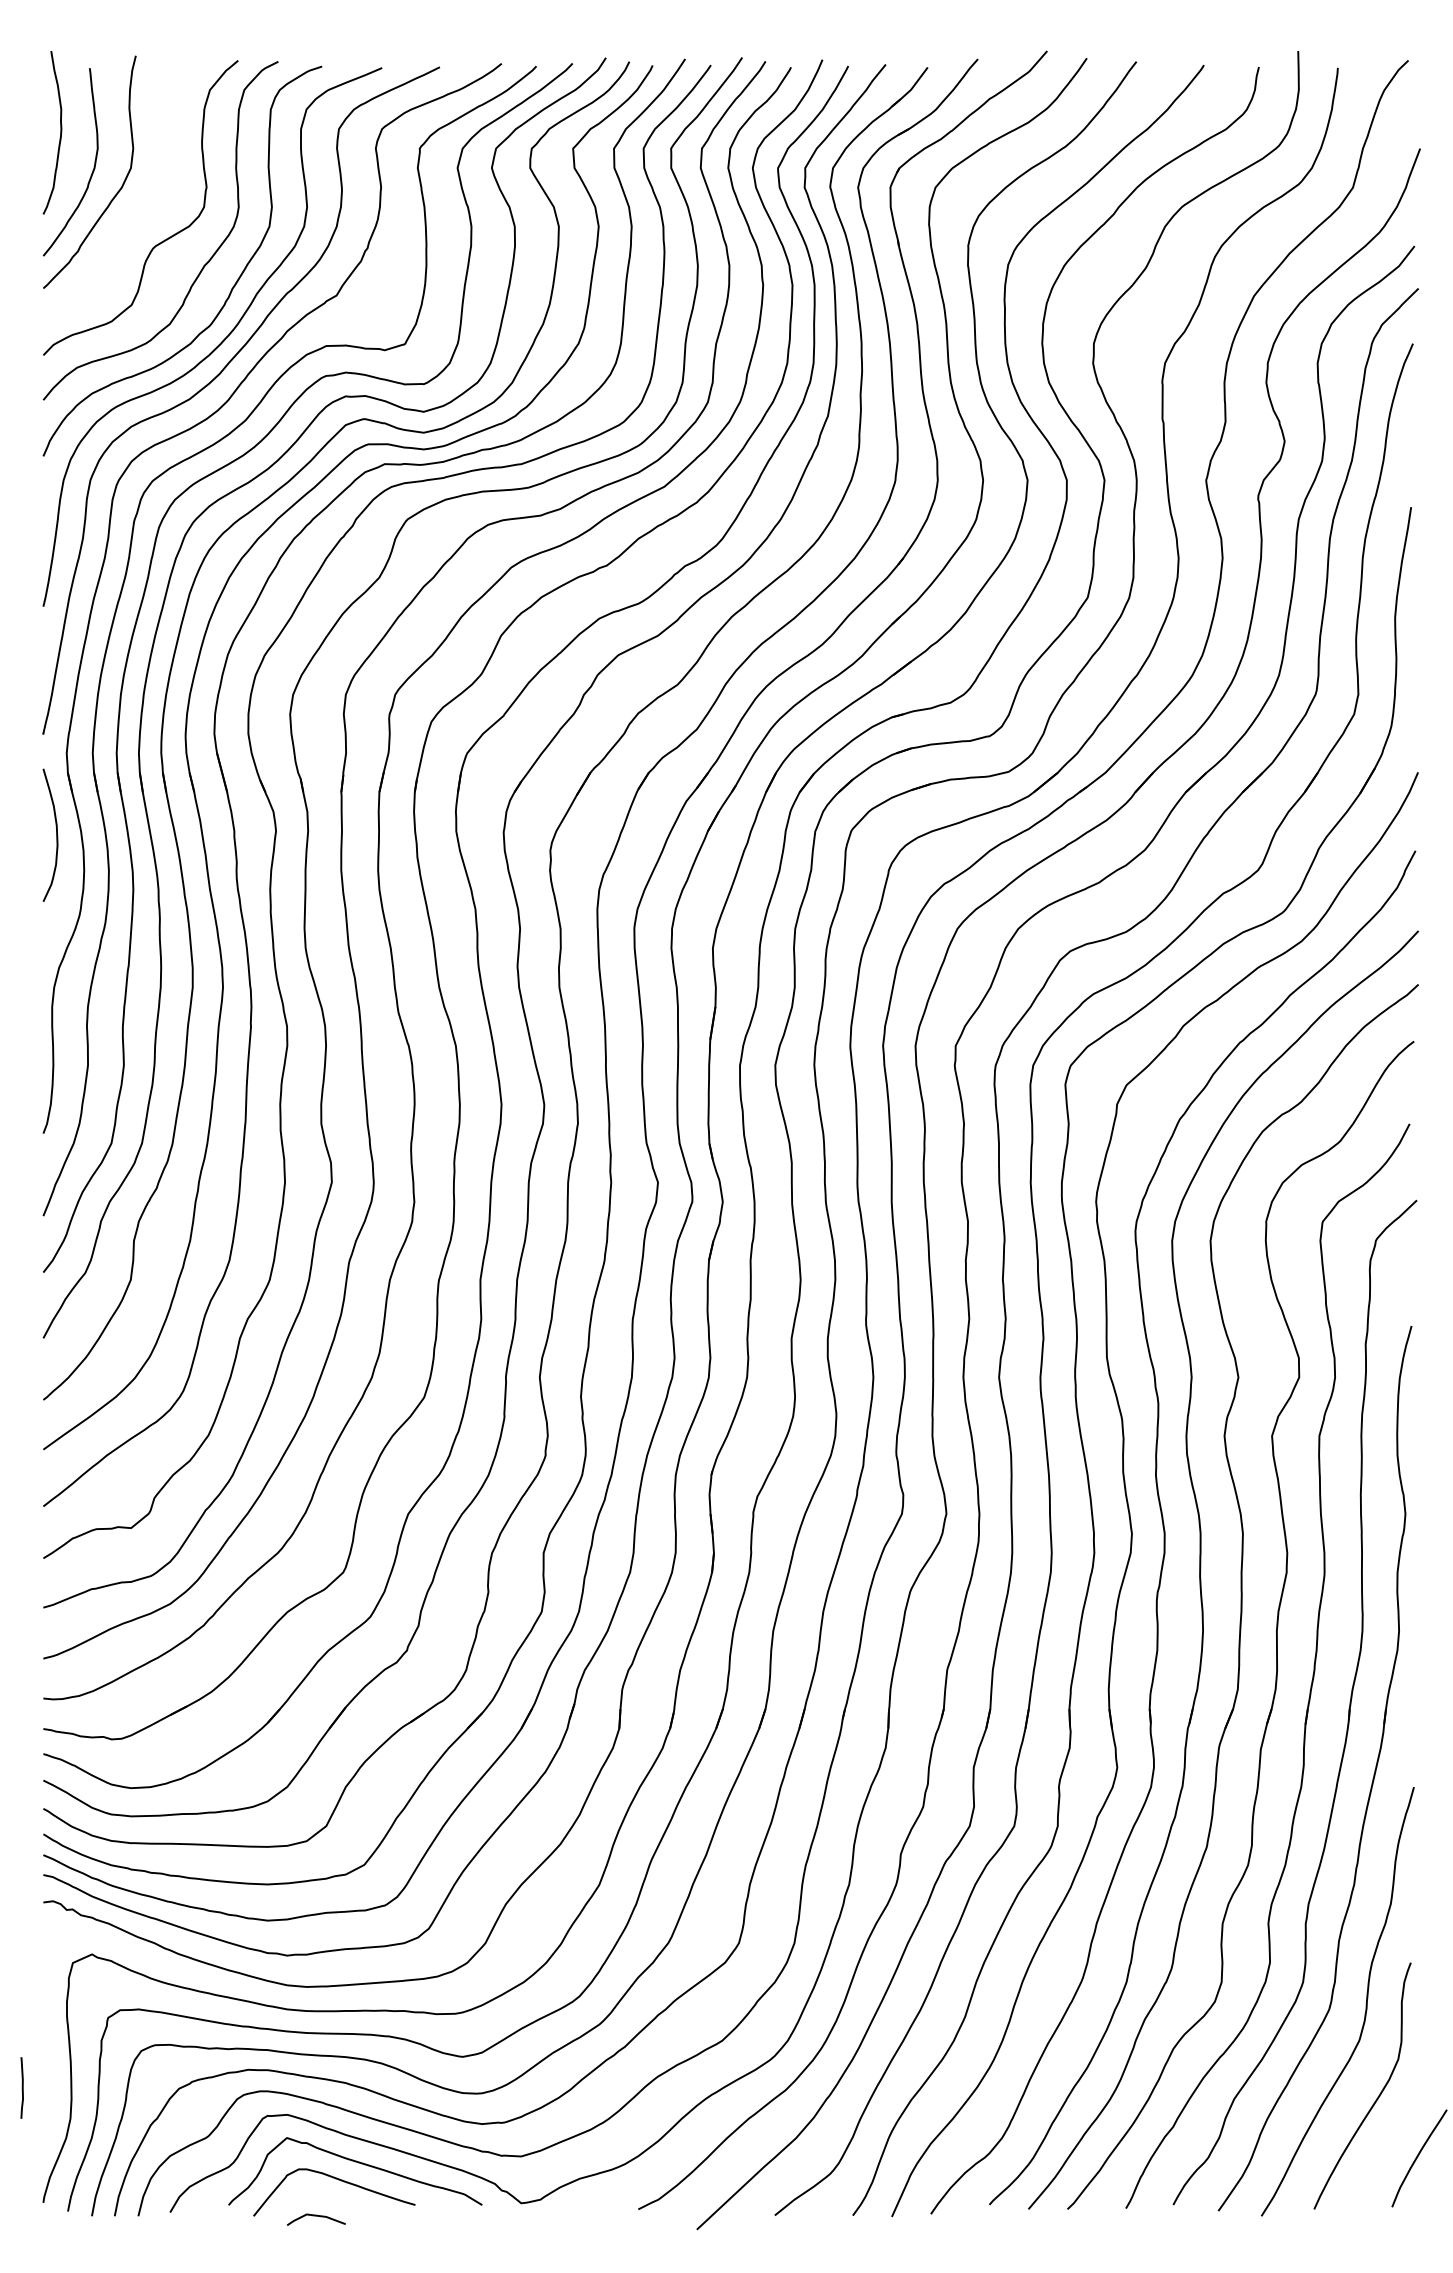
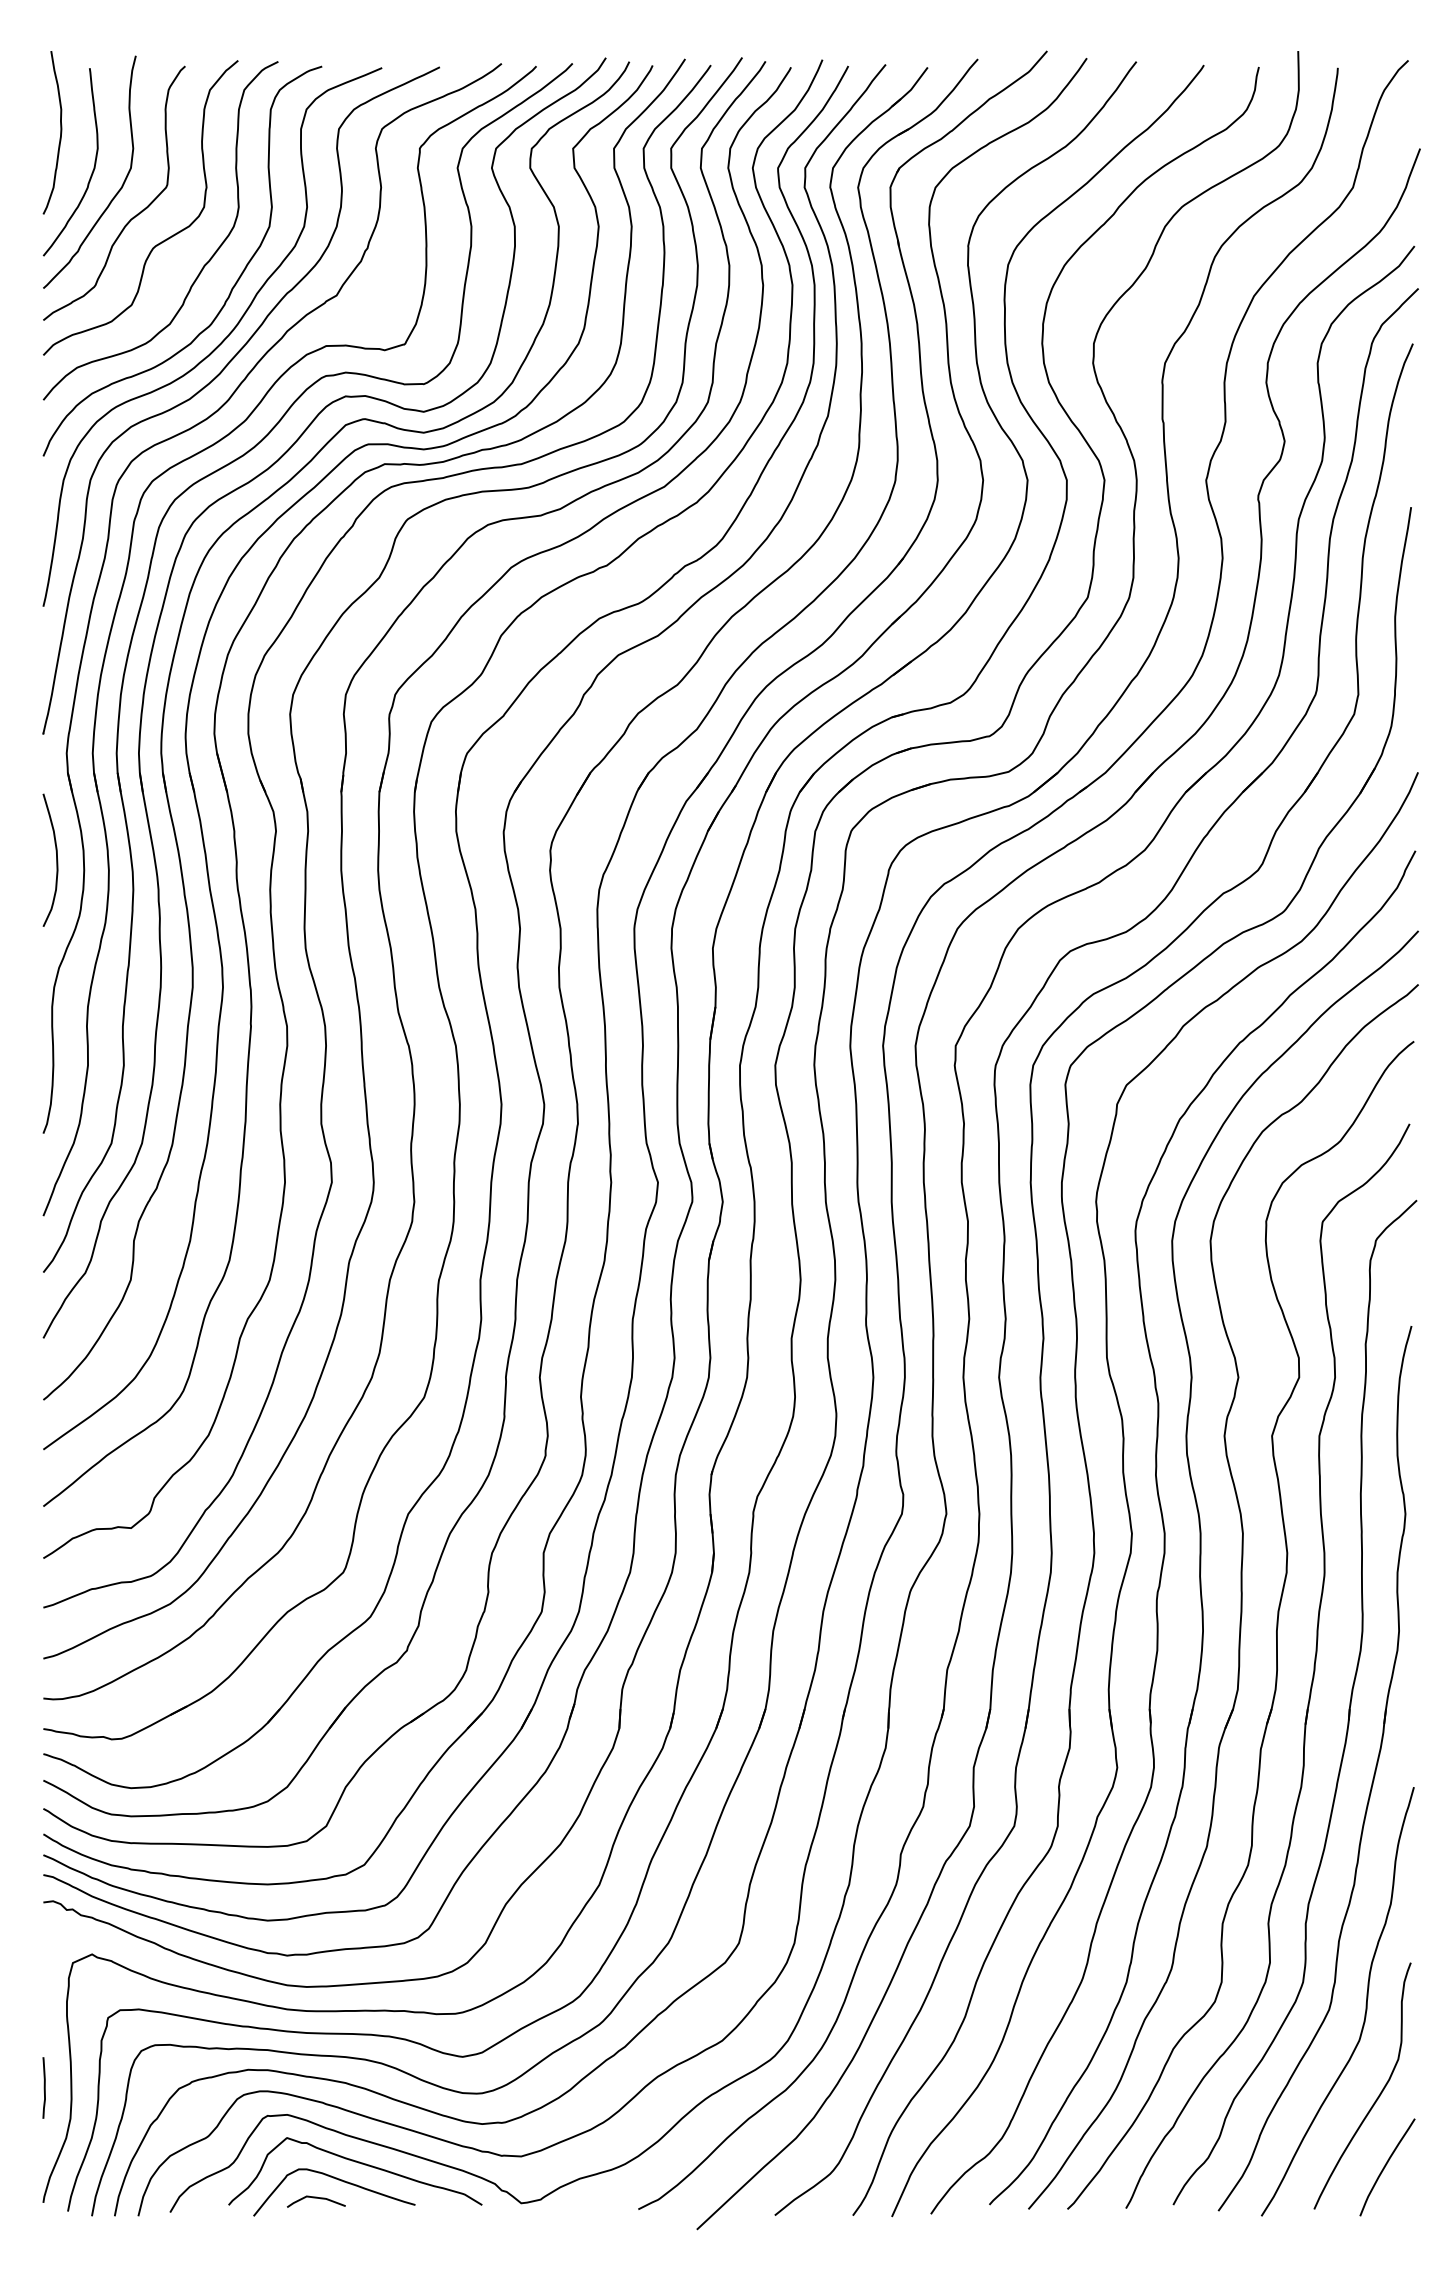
curve at (133, 216): none -> present
curve at (56, 834) position: (56, 834) -> (56, 859)
line at (21, 2087) position: (21, 2087) -> (43, 2087)
curve at (1417, 2158) position: (1417, 2158) -> (1385, 2167)
line at (316, 2216) position: (316, 2216) -> (316, 2198)
